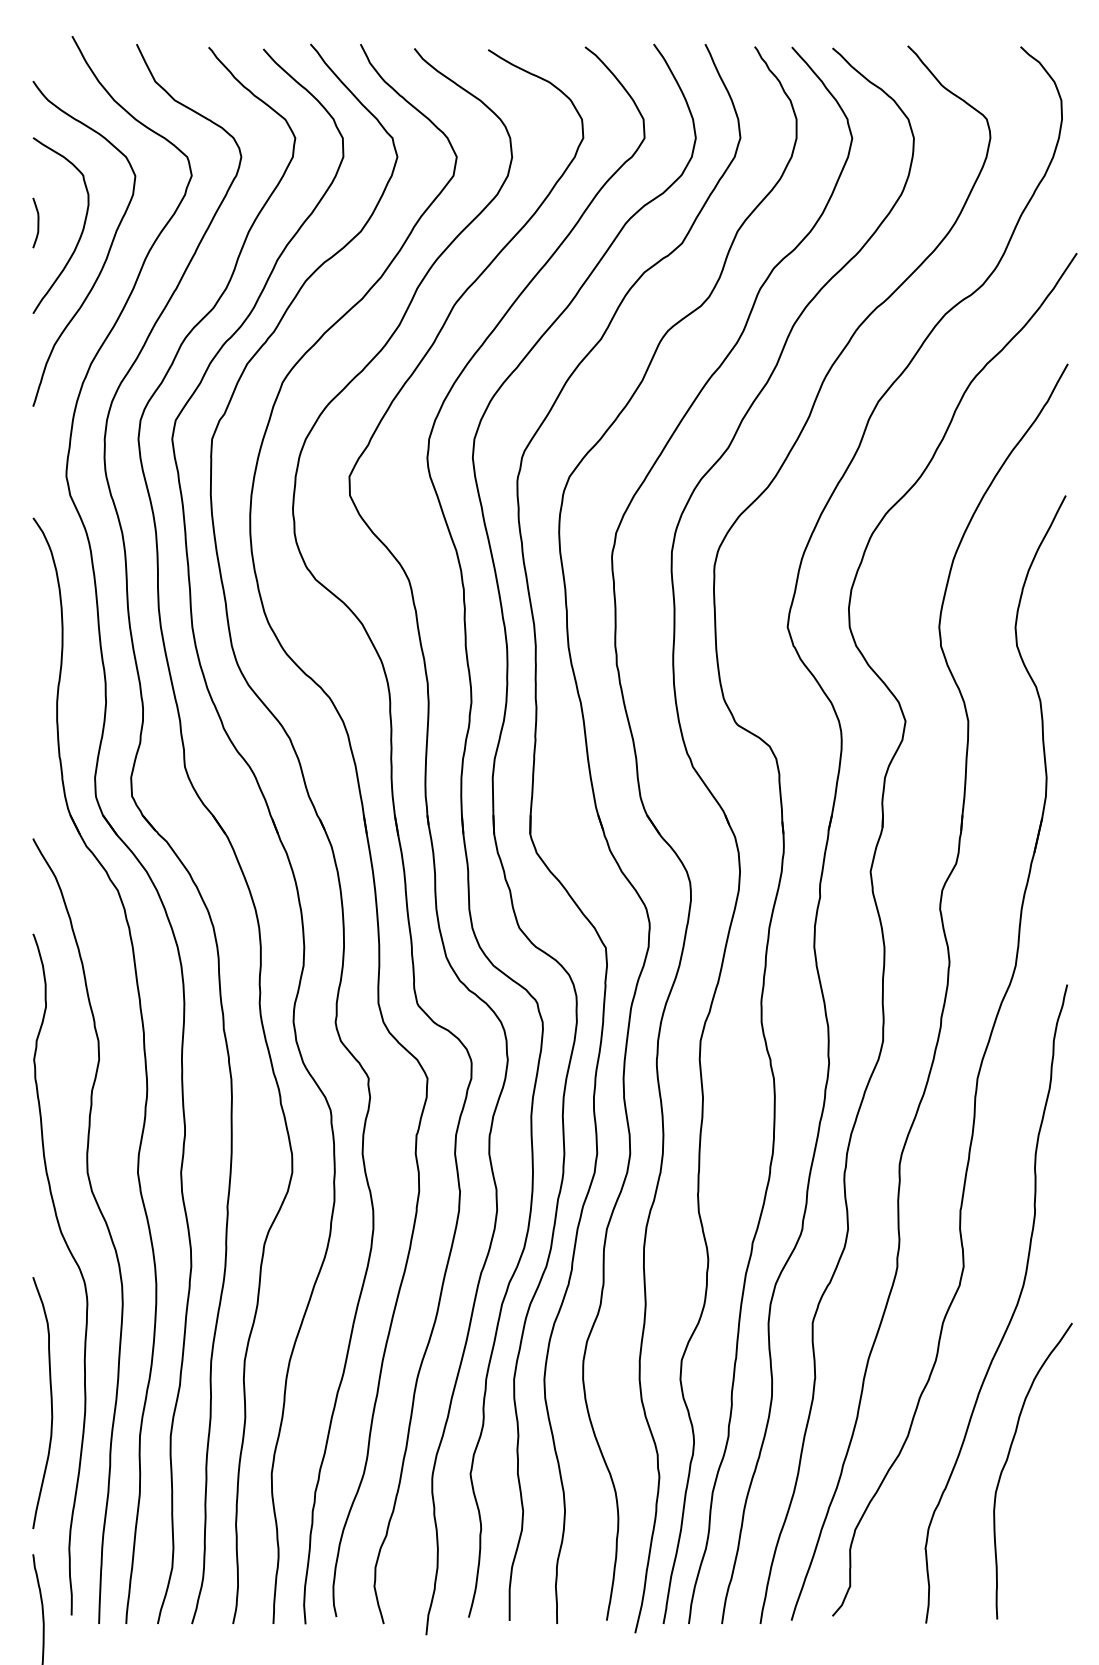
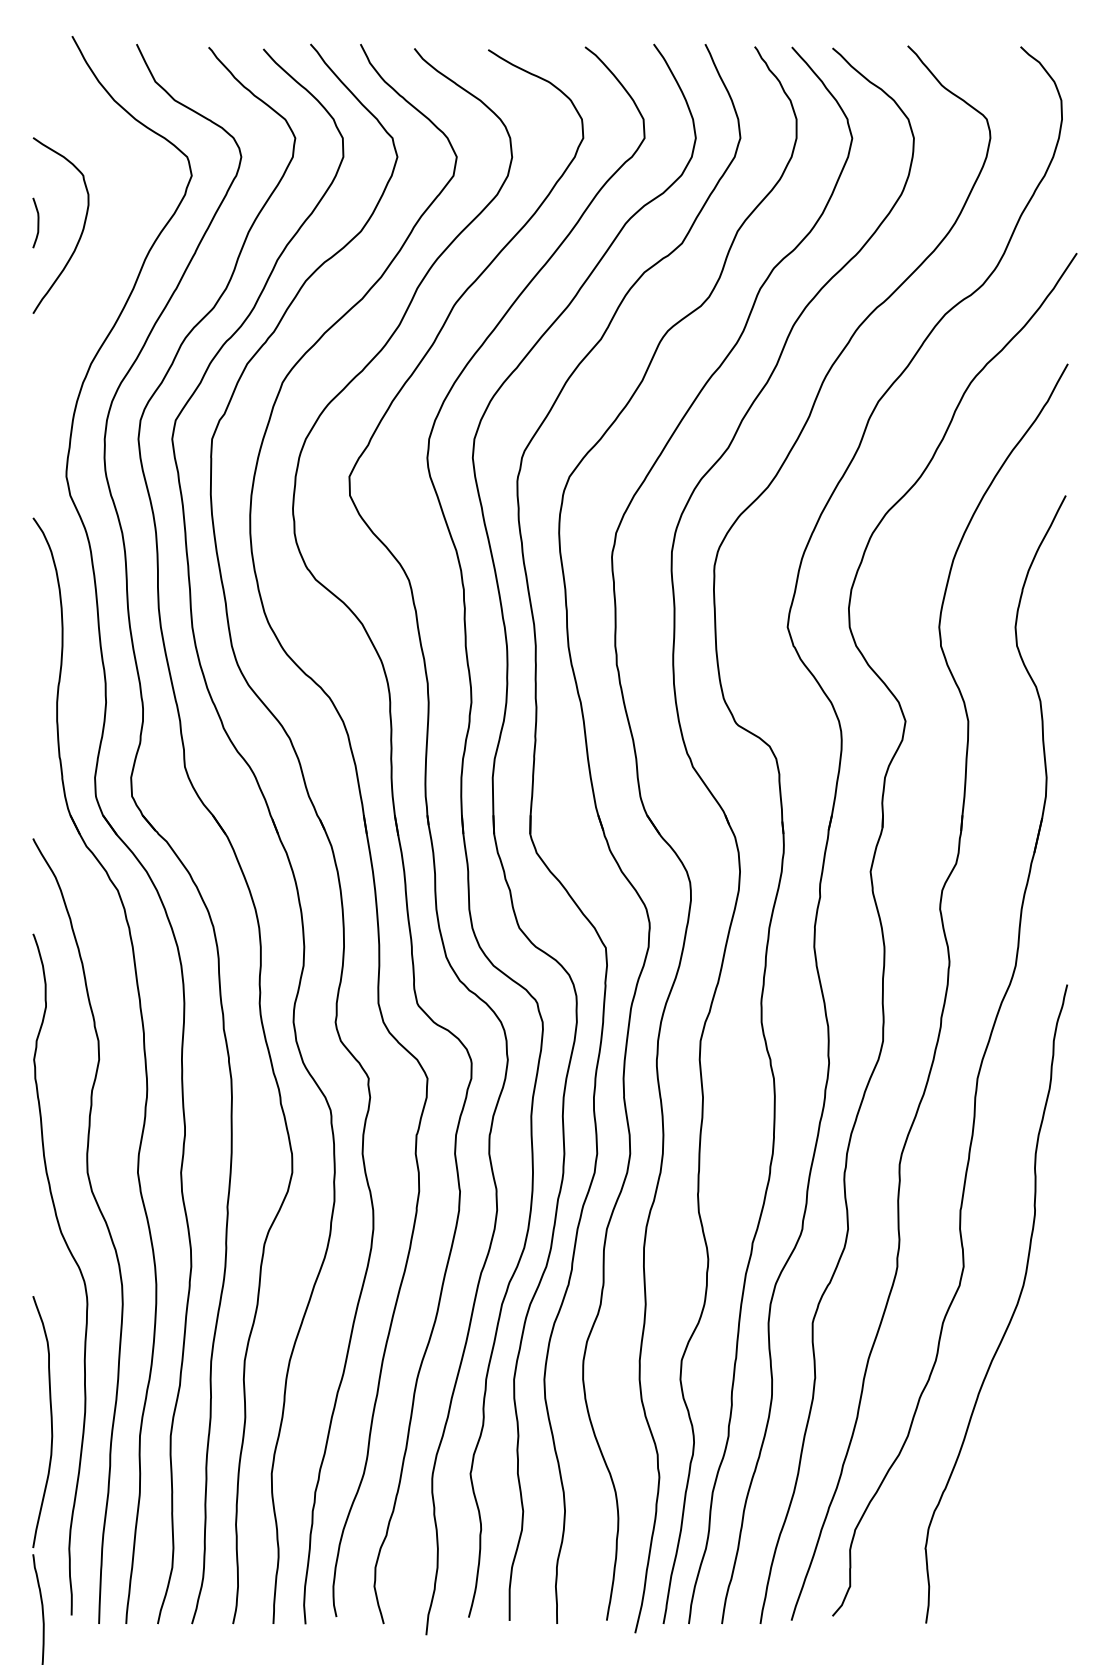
curve at (107, 252): present -> none
curve at (50, 1402) position: (50, 1402) -> (50, 1421)
curve at (1007, 1461): present -> none
